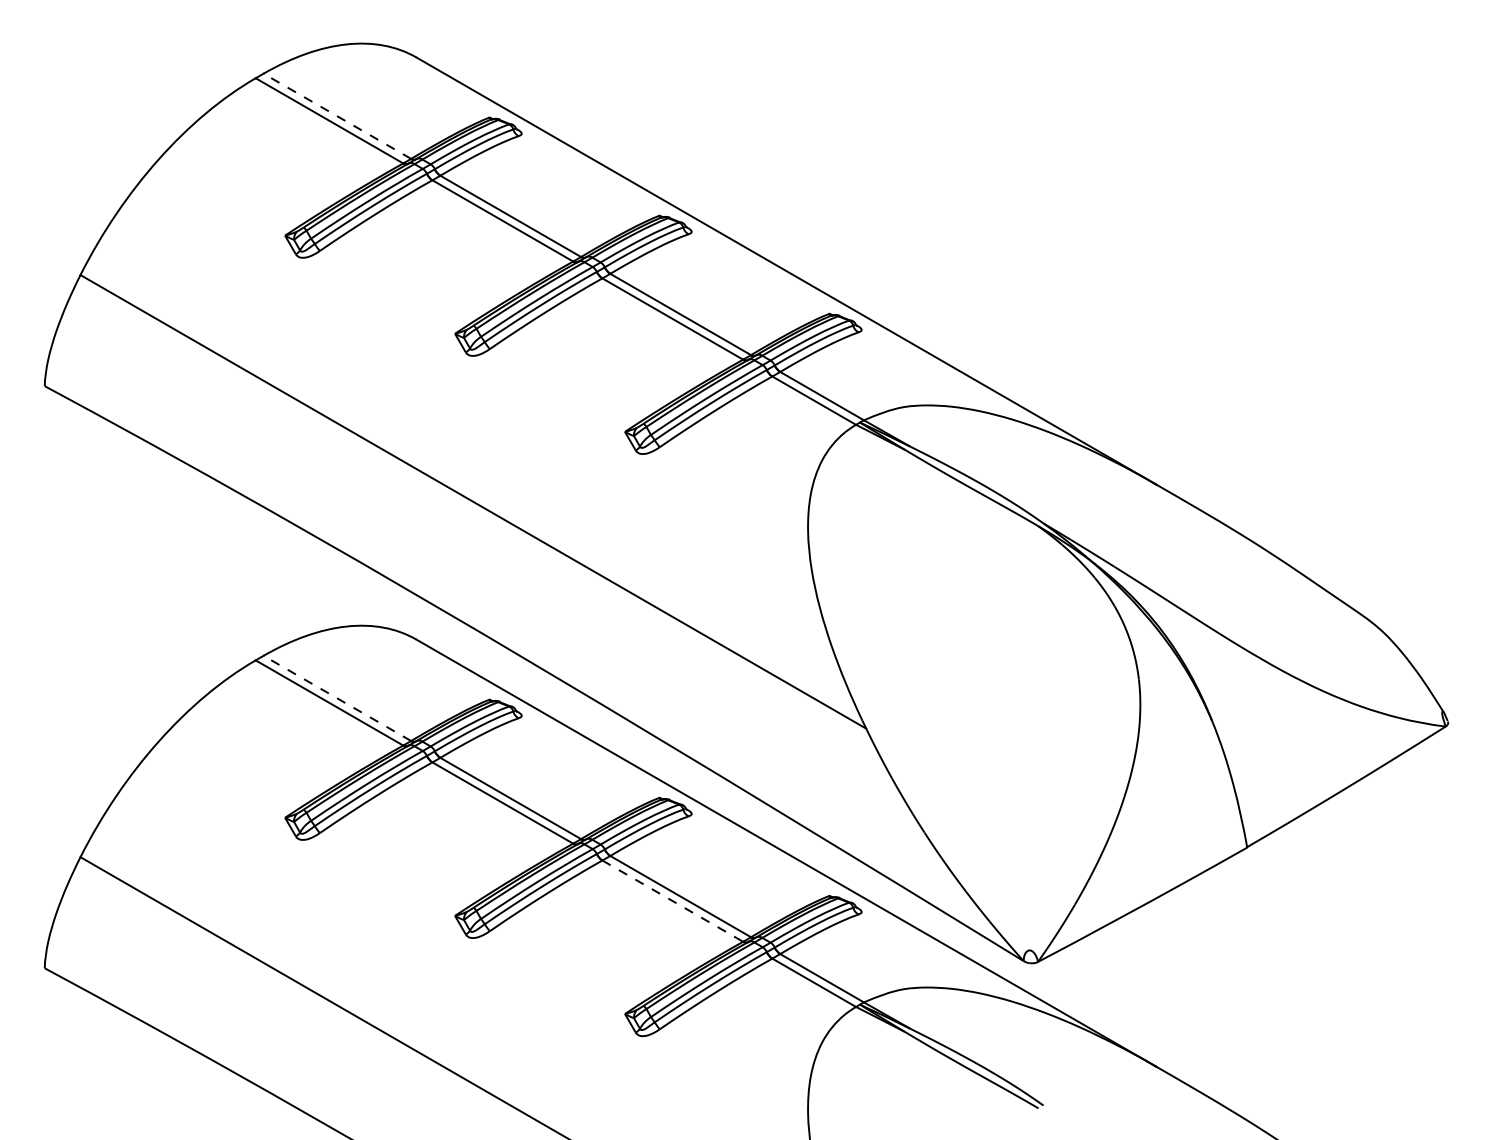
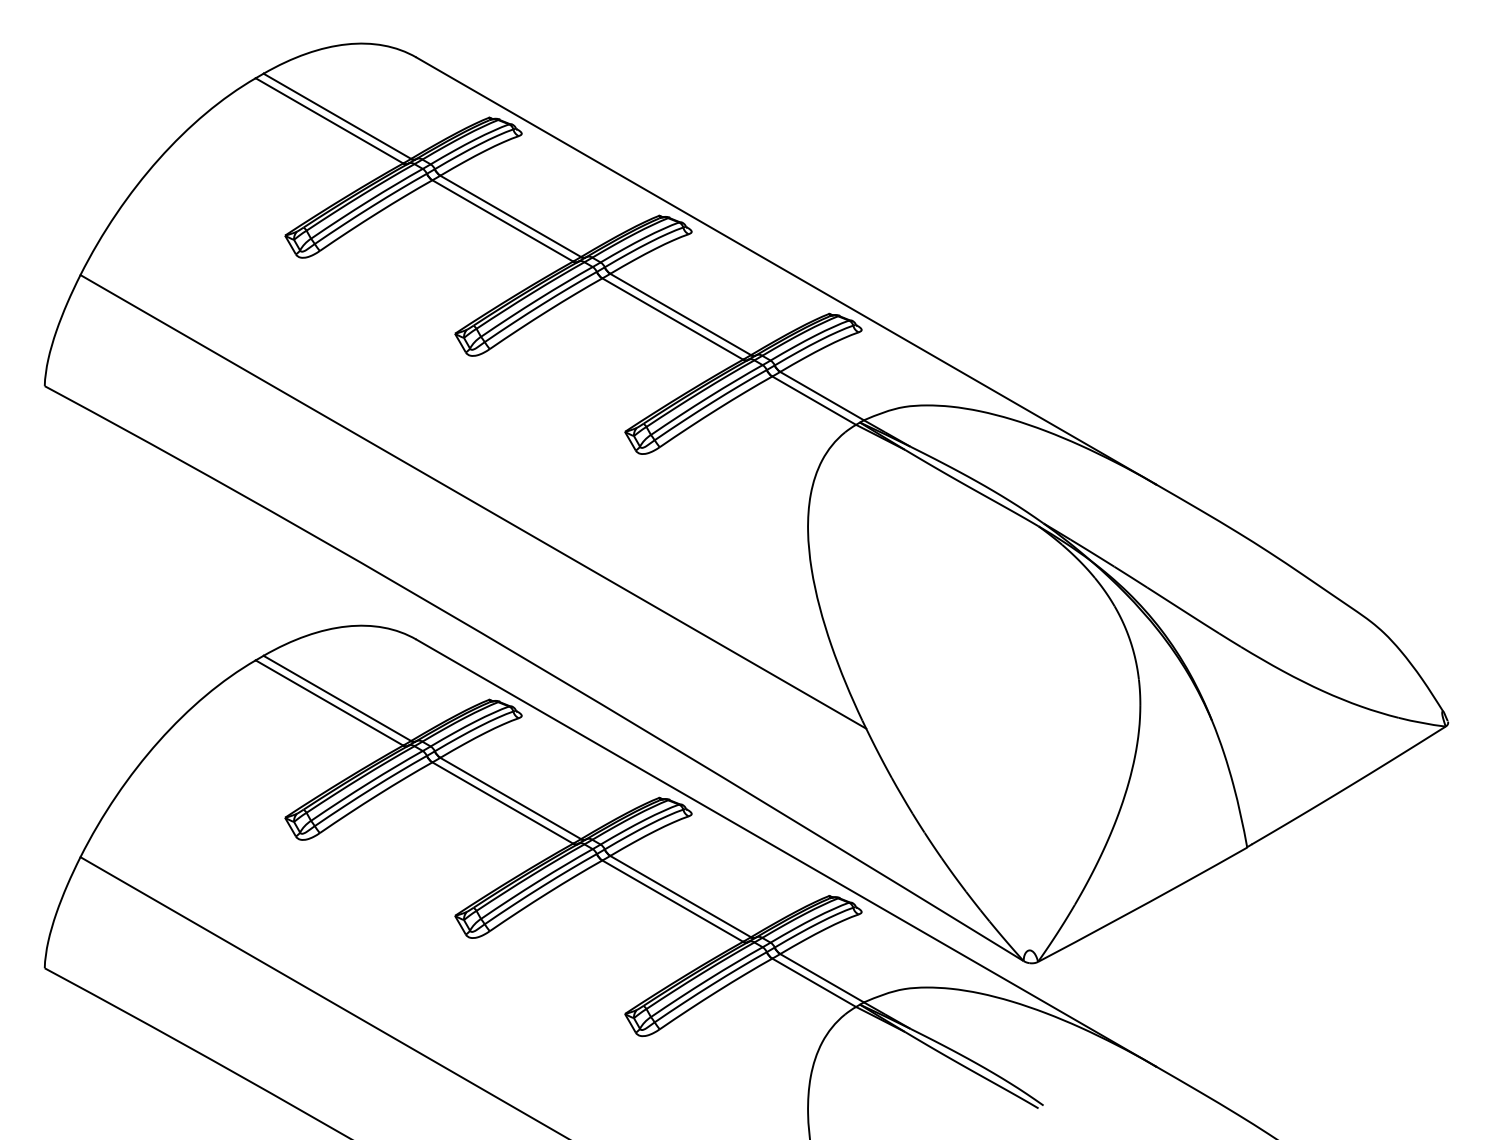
line at (336, 116): dashed -> solid
line at (336, 698): dashed -> solid
line at (673, 901): dashed -> solid
